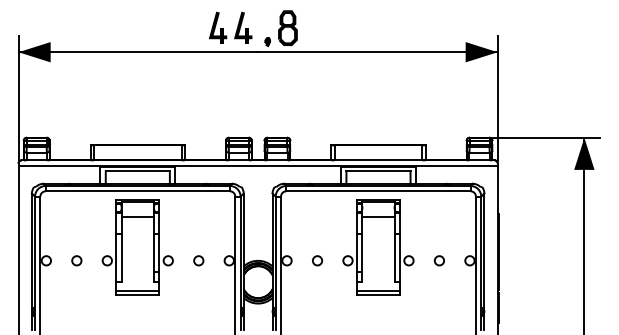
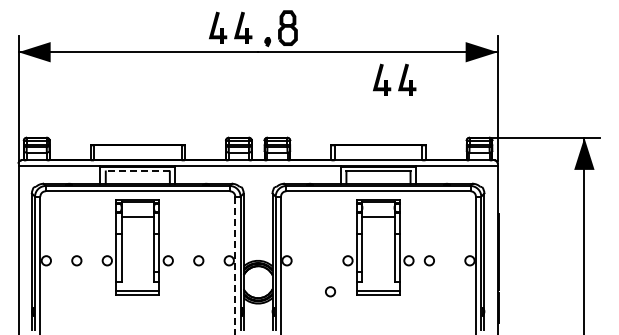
part at (400, 80): none -> present
line at (137, 171): solid -> dashed
circle at (317, 260) position: (317, 260) -> (330, 291)
circle at (438, 260) position: (438, 260) -> (428, 260)
line at (235, 265): solid -> dashed
